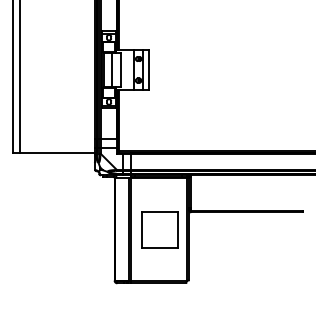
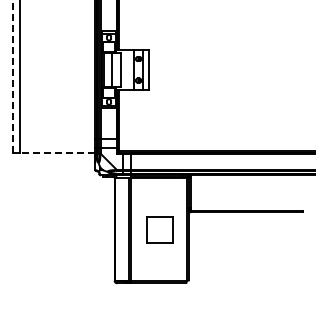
line at (13, 76): solid -> dashed
line at (57, 152): solid -> dashed
part at (159, 229) size: 38x38 px -> 28x28 px
